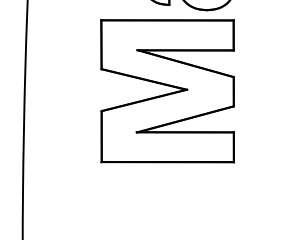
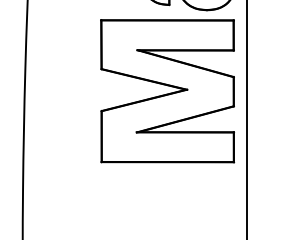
line at (246, 119): none -> present
